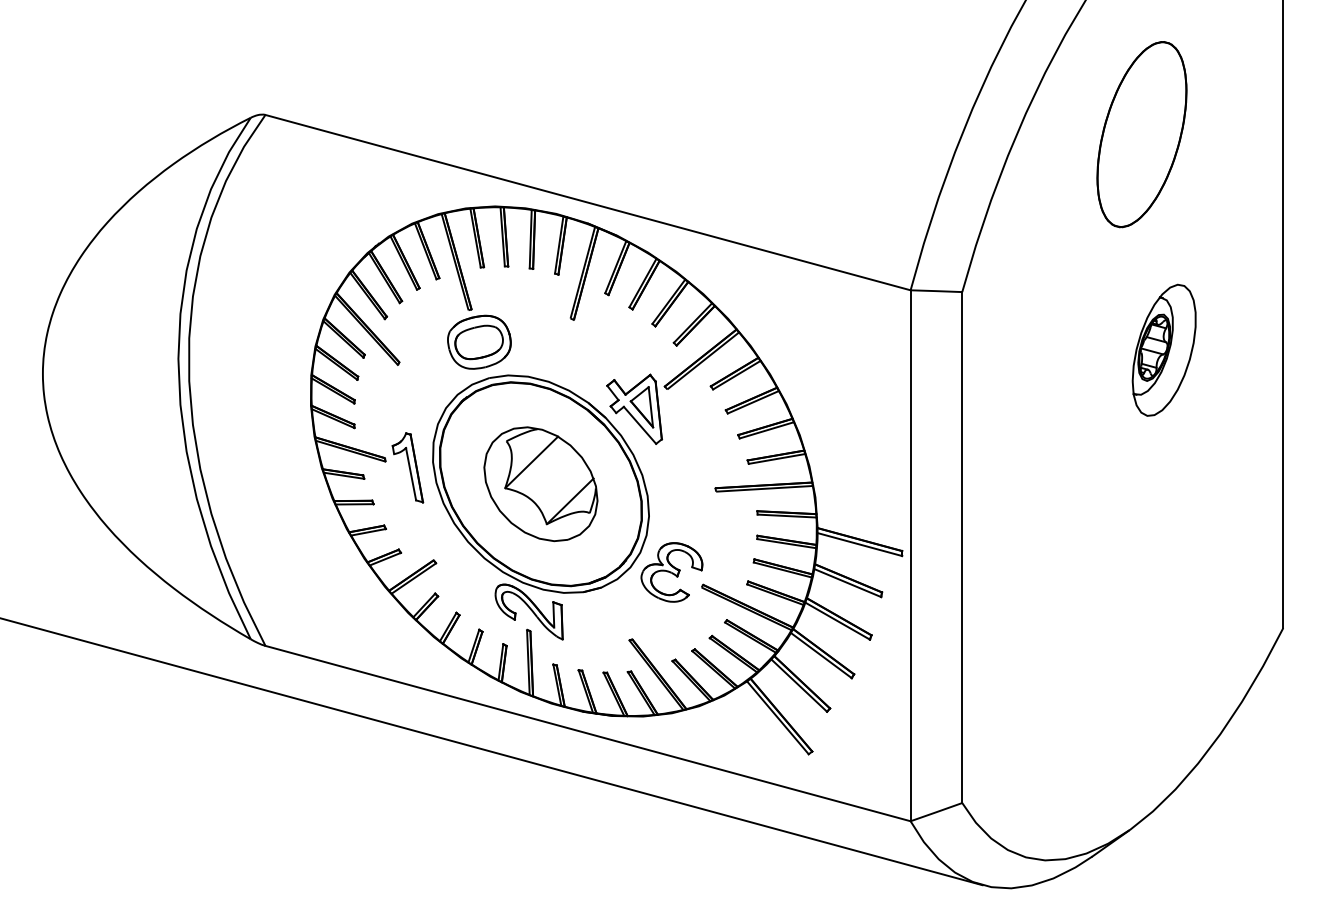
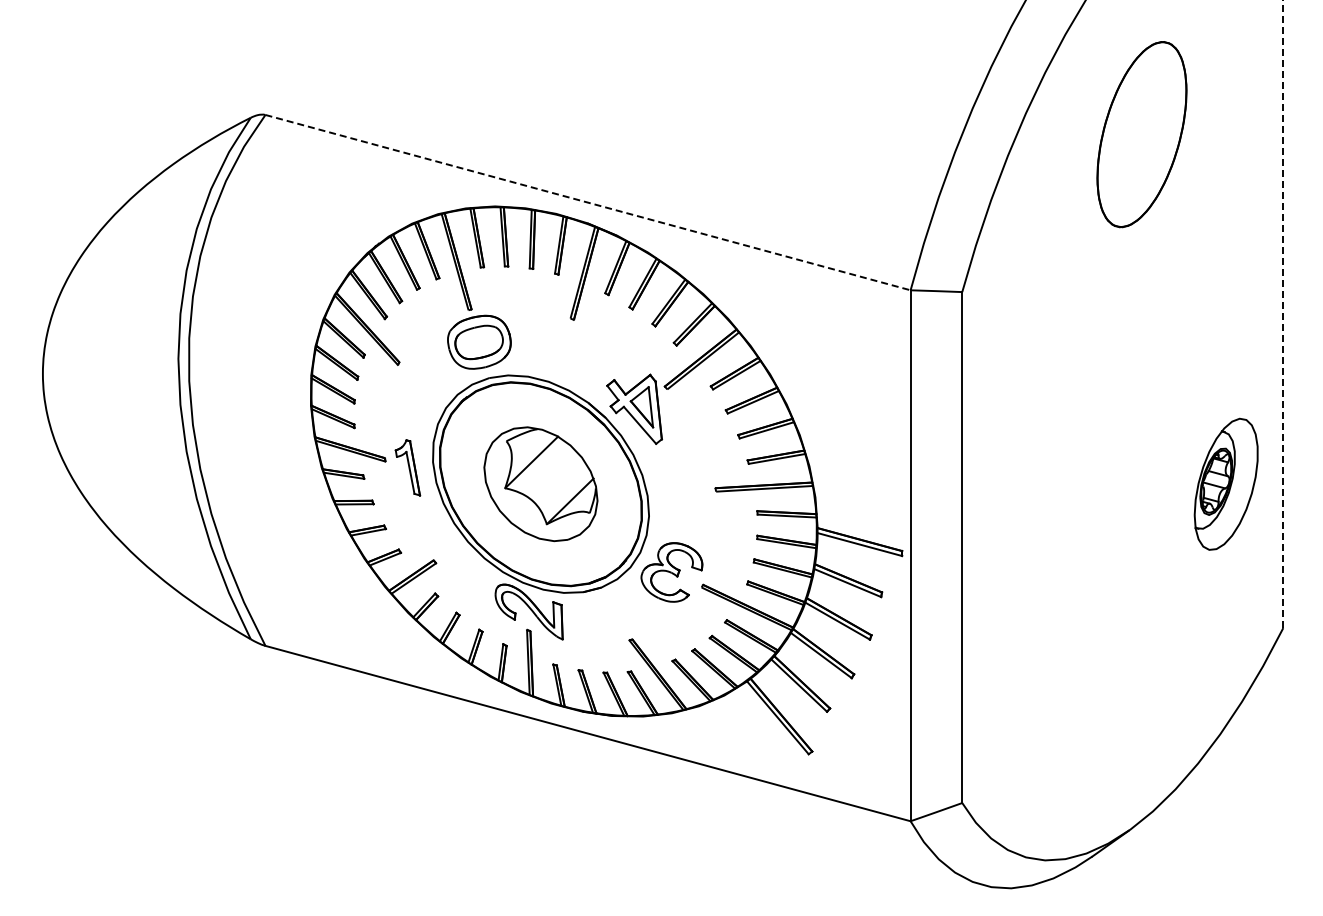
line at (588, 202): solid -> dashed
line at (1283, 314): solid -> dashed
part at (1163, 349) position: (1163, 349) -> (1225, 483)
part at (407, 467) size: 34x72 px -> 28x58 px
line at (492, 751): present -> none
